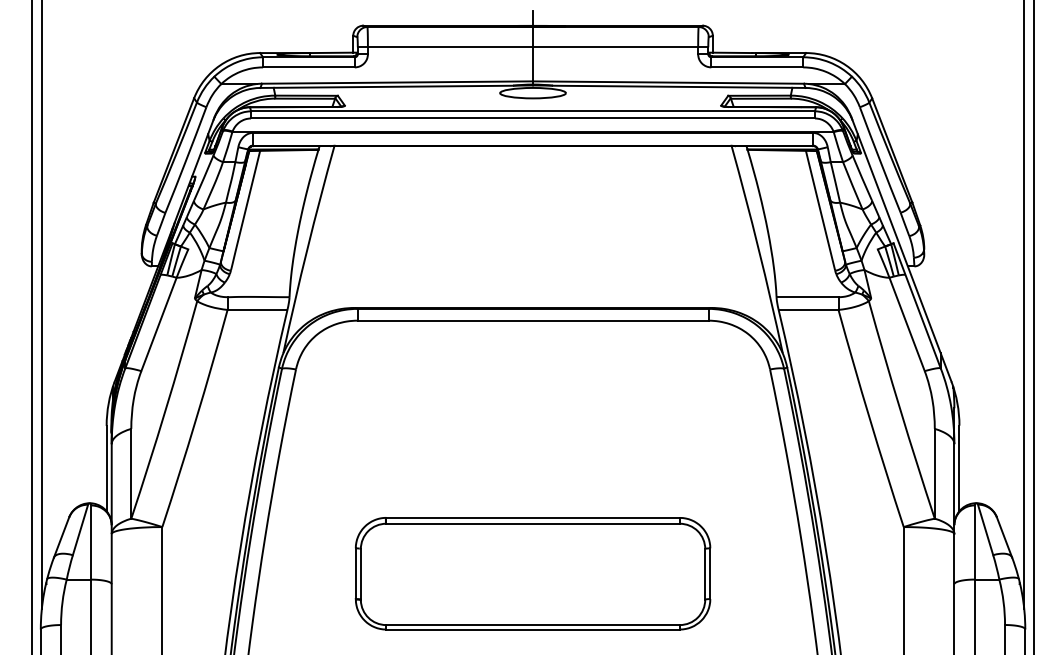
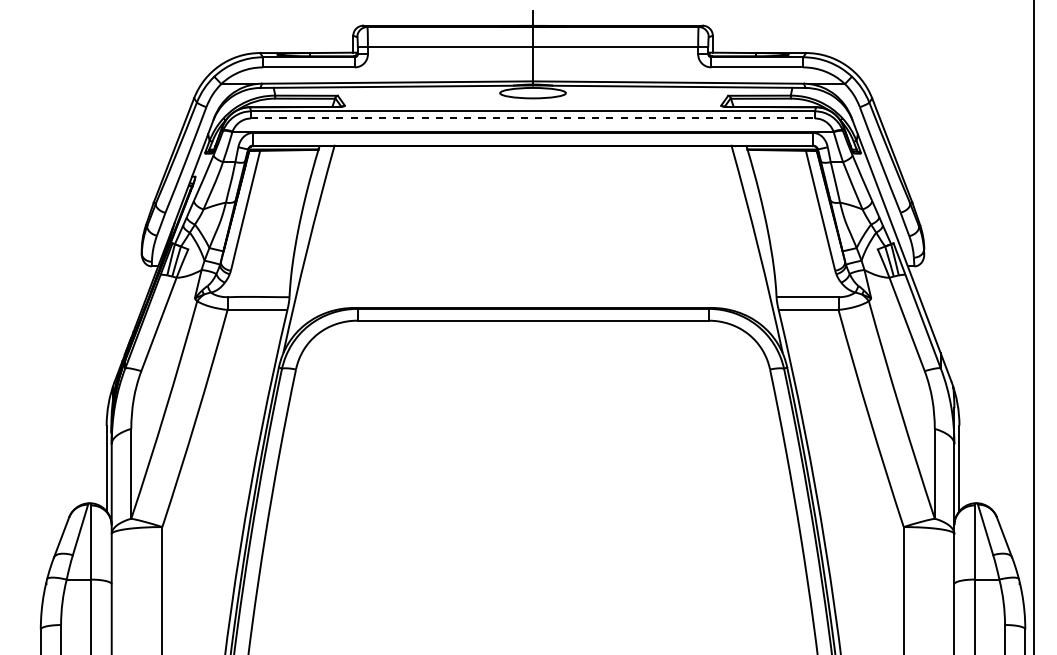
line at (533, 118): solid -> dashed
line at (41, 305): present -> none
line at (1024, 305): present -> none
line at (31, 326): present -> none
part at (532, 573): present -> none
